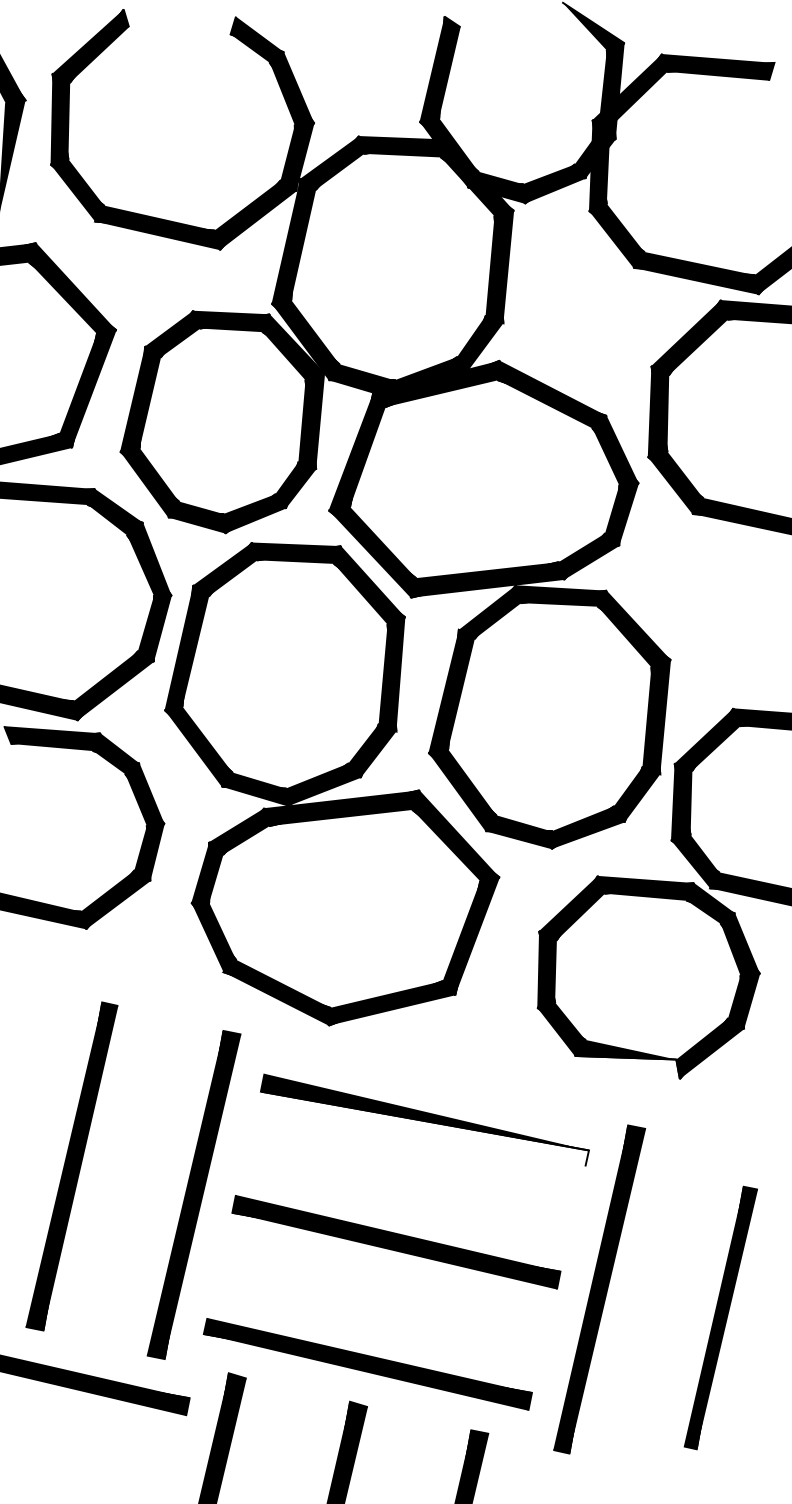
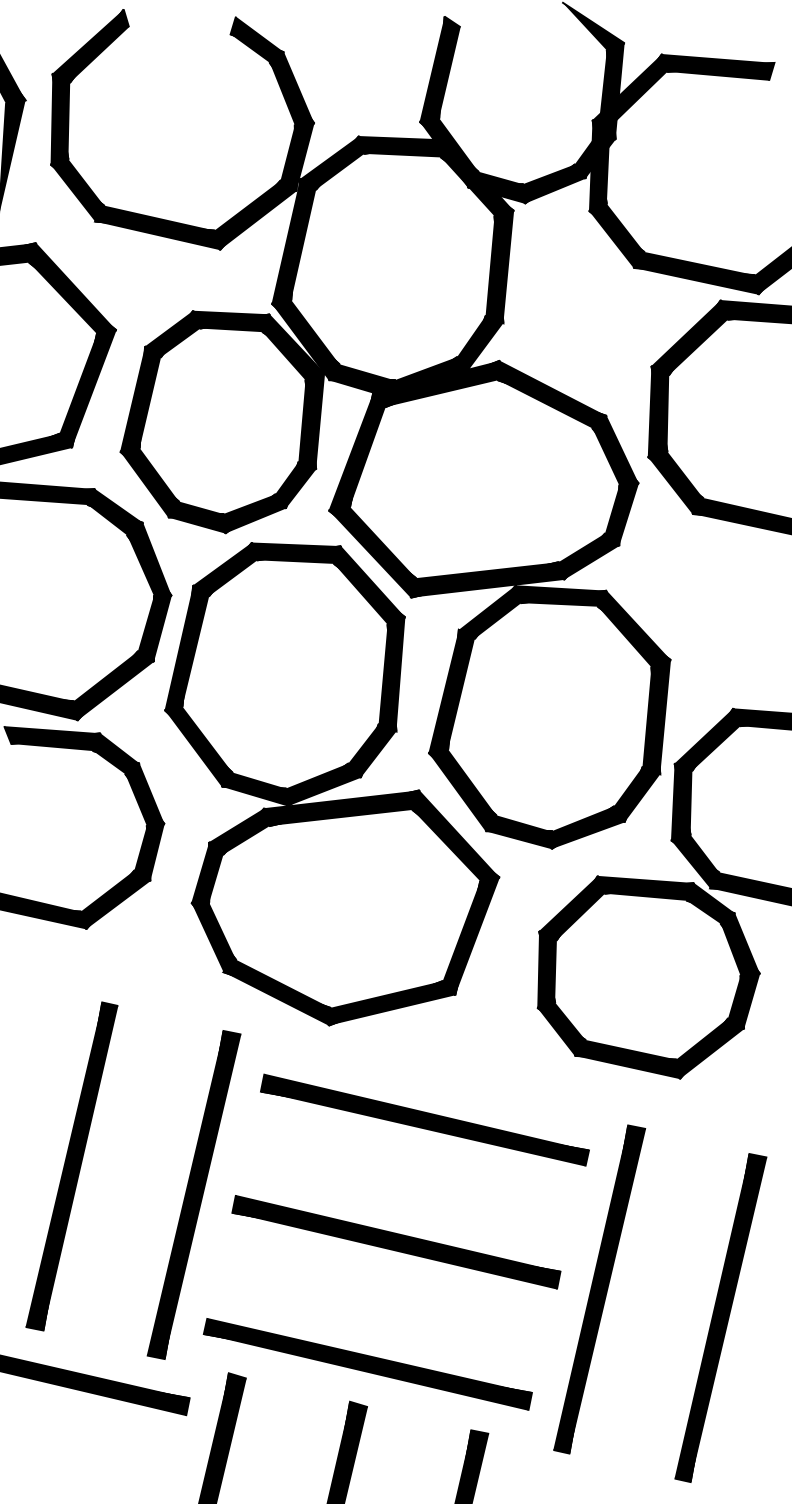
fill at (626, 1067): none -> present
fill at (424, 1128): none -> present
part at (720, 1317) size: 75x266 px -> 94x330 px
